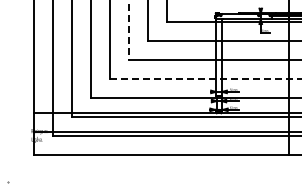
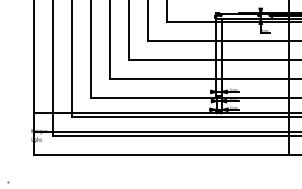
line at (129, 30): dashed -> solid
line at (206, 79): dashed -> solid
